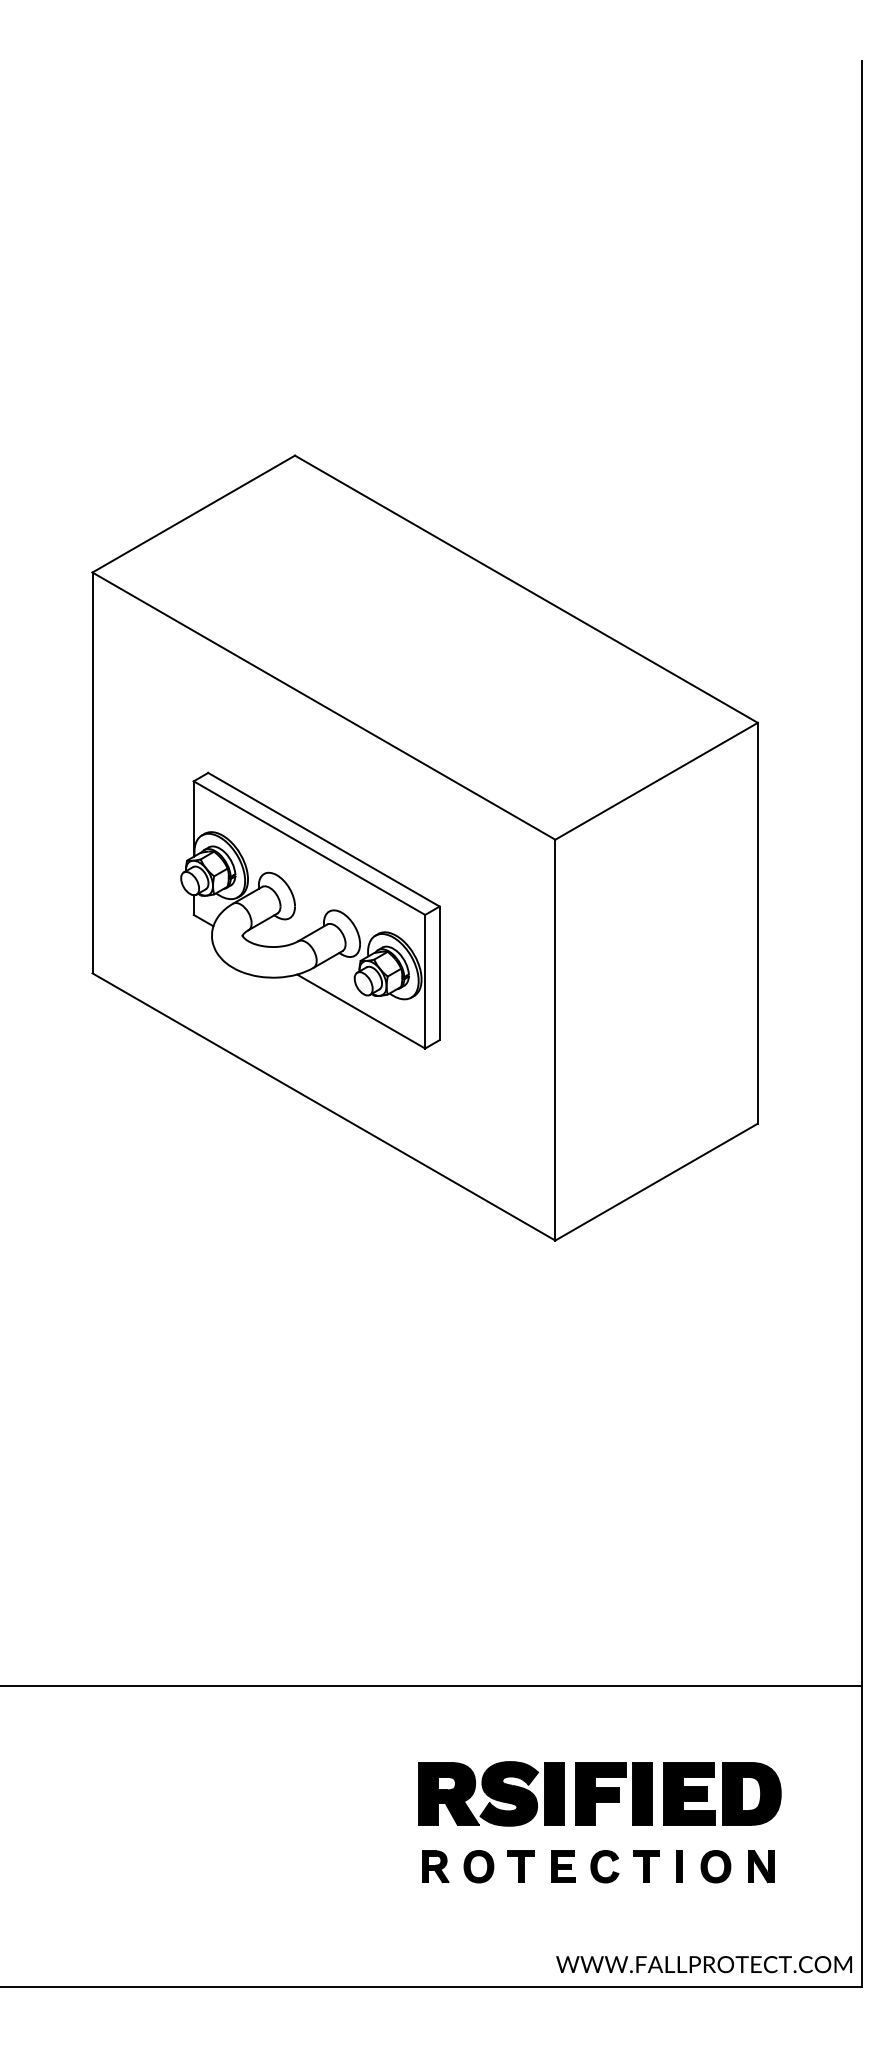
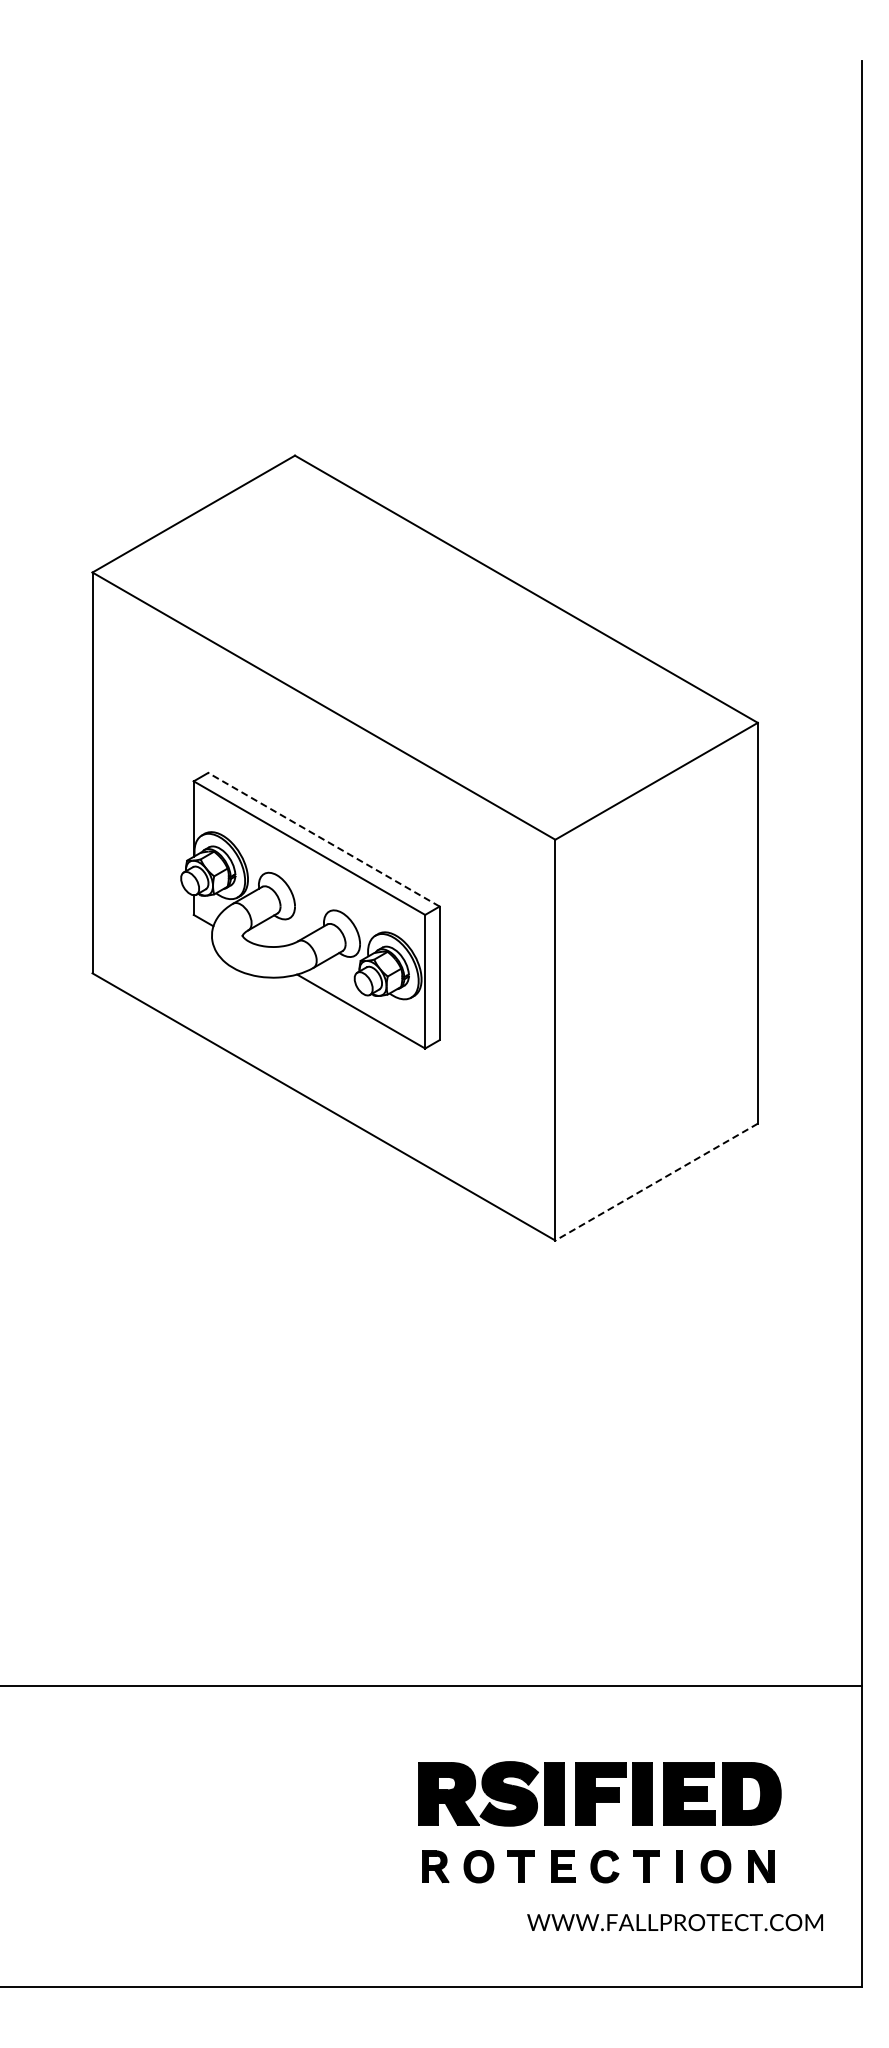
line at (323, 839): solid -> dashed
line at (656, 1182): solid -> dashed
text at (703, 1964) position: (703, 1964) -> (674, 1922)
